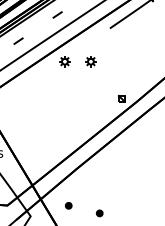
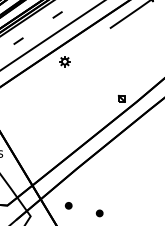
part at (90, 61): present -> none
